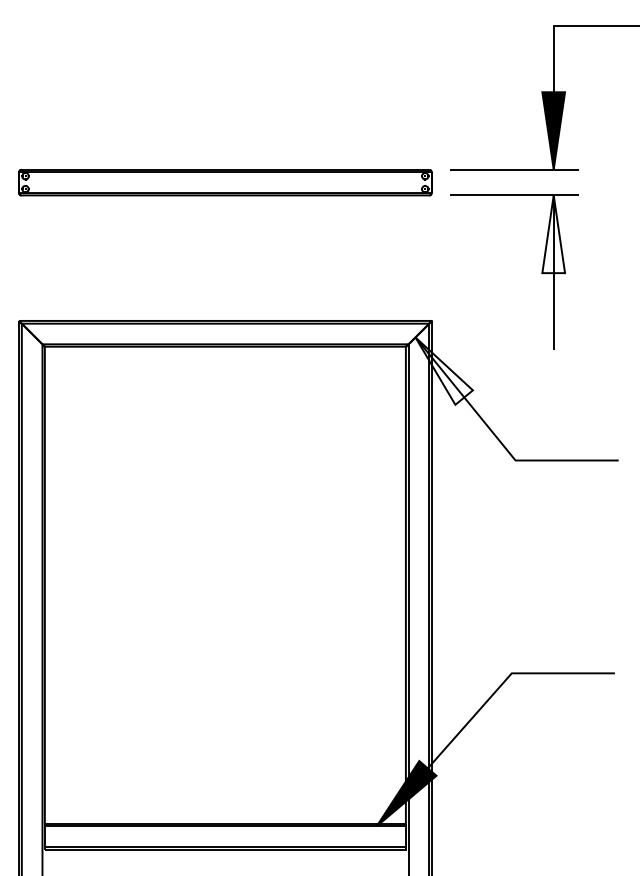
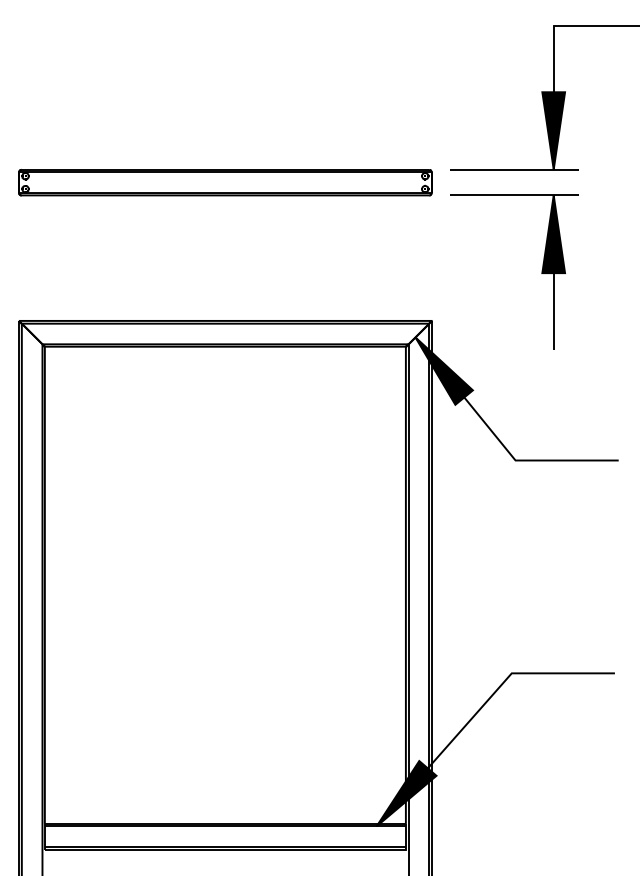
fill at (553, 234): none -> present
fill at (443, 370): none -> present
